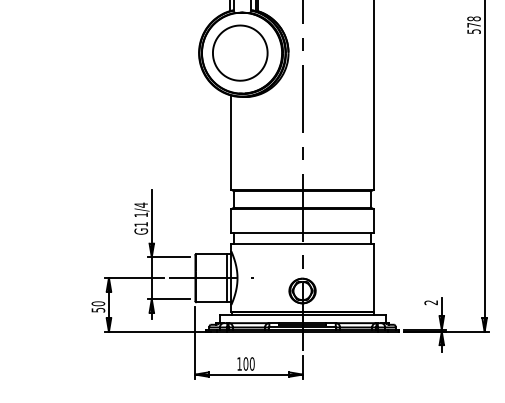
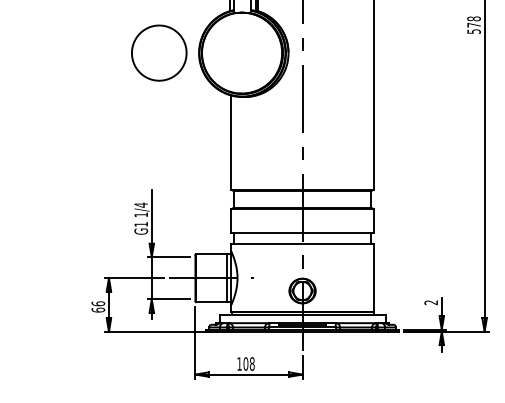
part at (240, 52) position: (240, 52) -> (159, 52)
text at (98, 306): 50 -> 66
text at (251, 363): 100 -> 108
